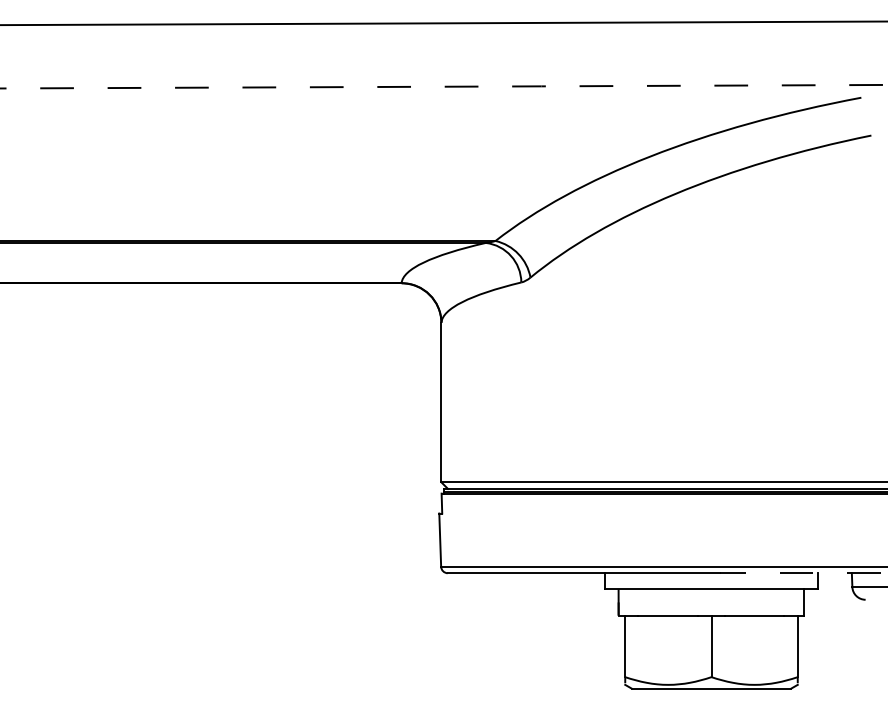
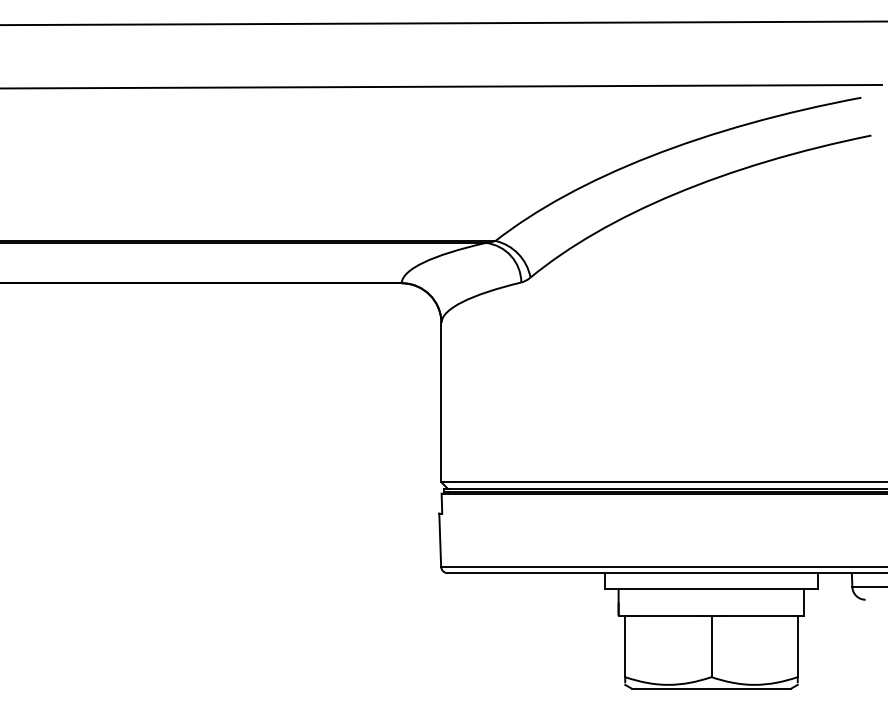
line at (441, 86): dashed -> solid
line at (803, 573): dashed -> solid
